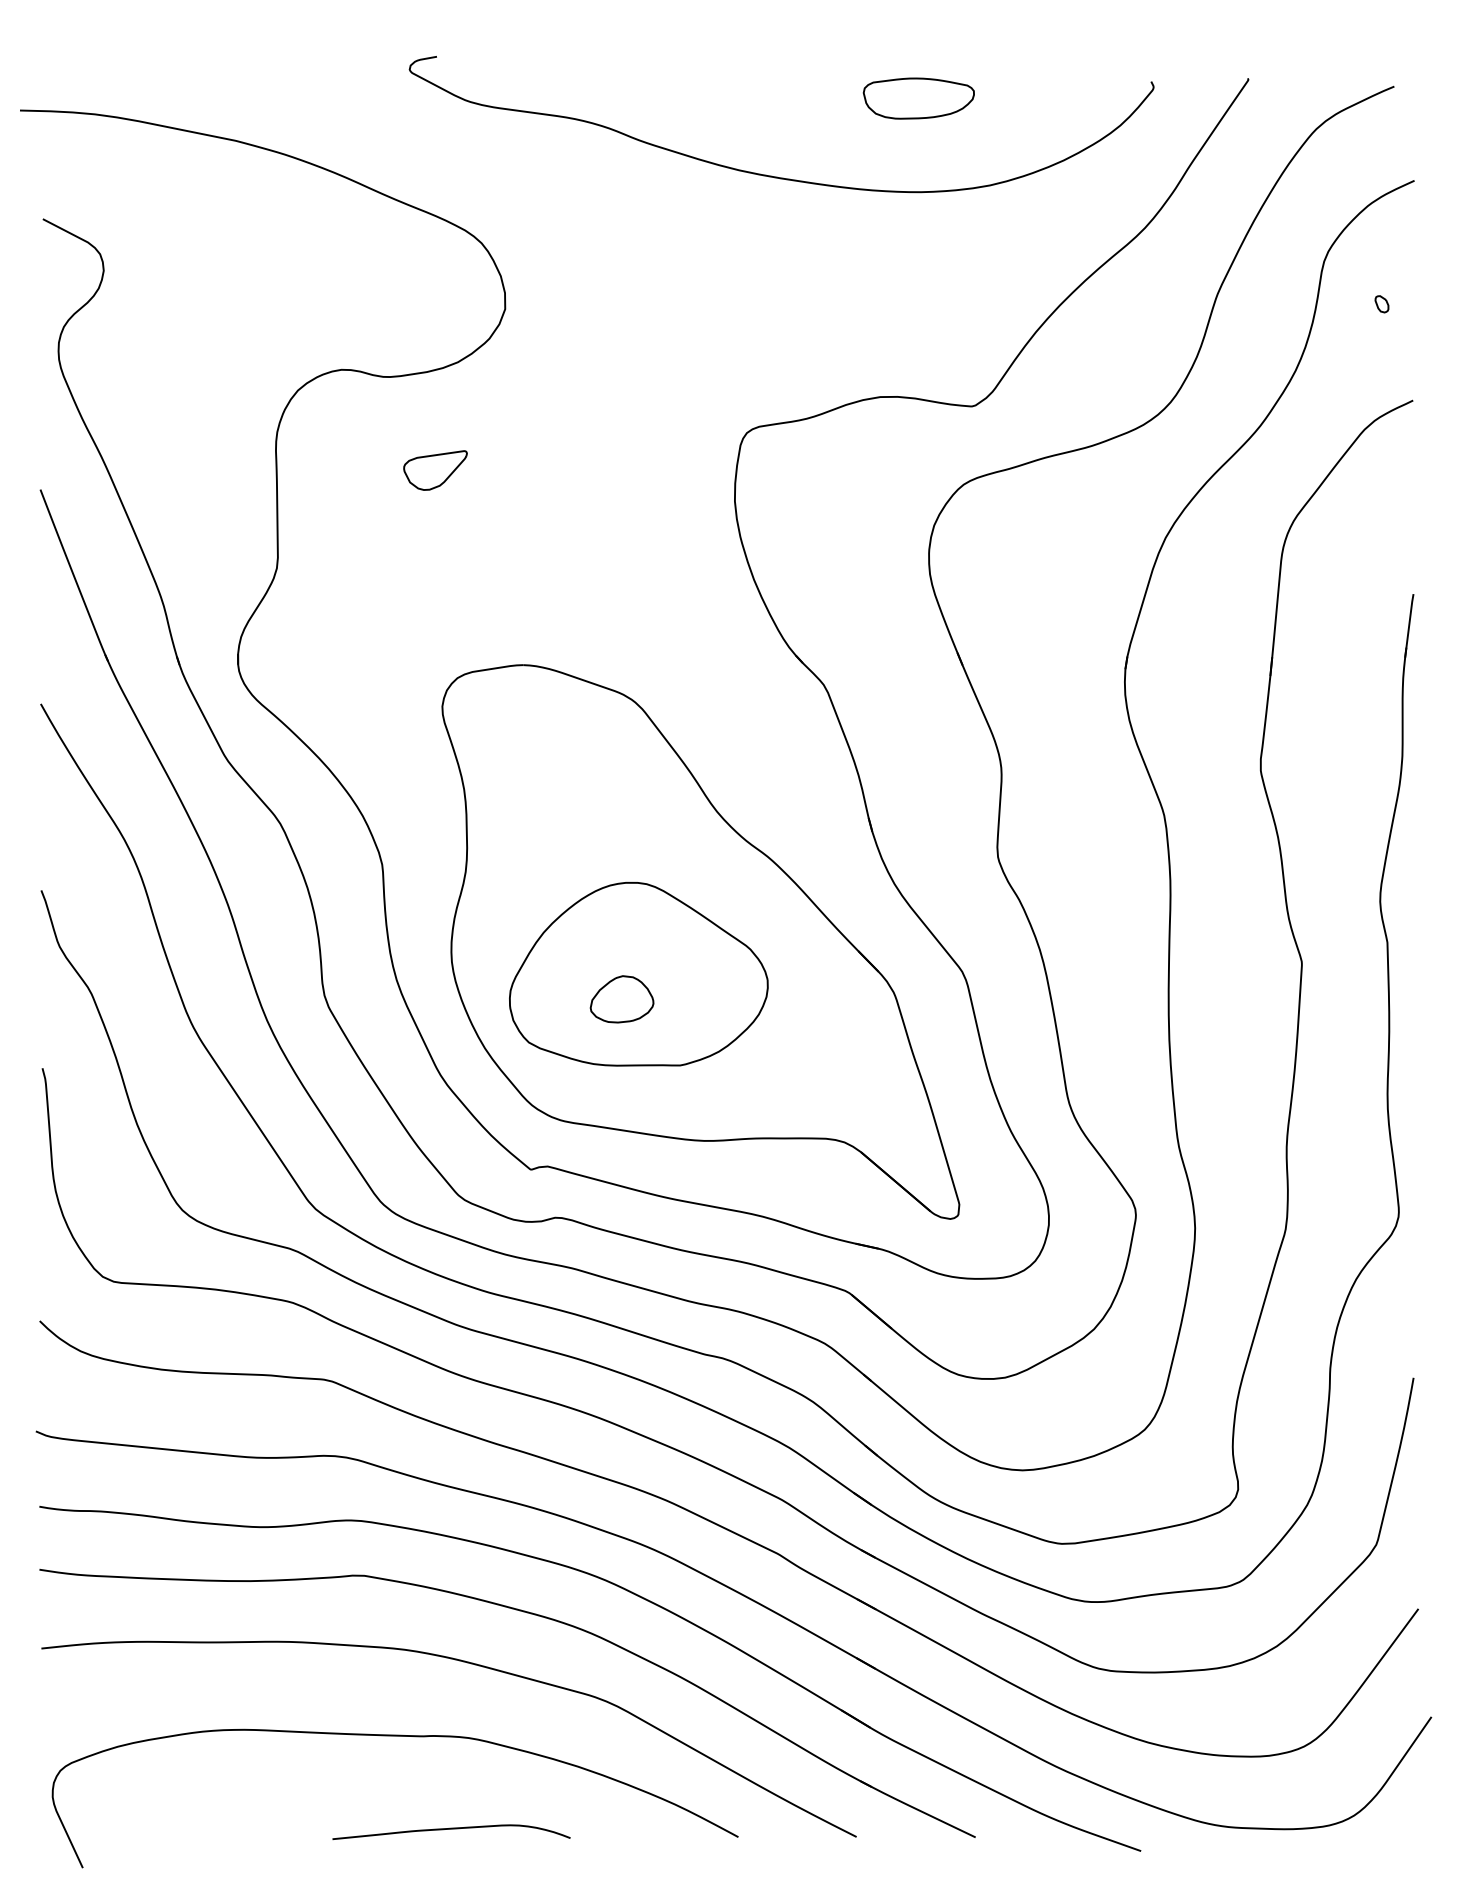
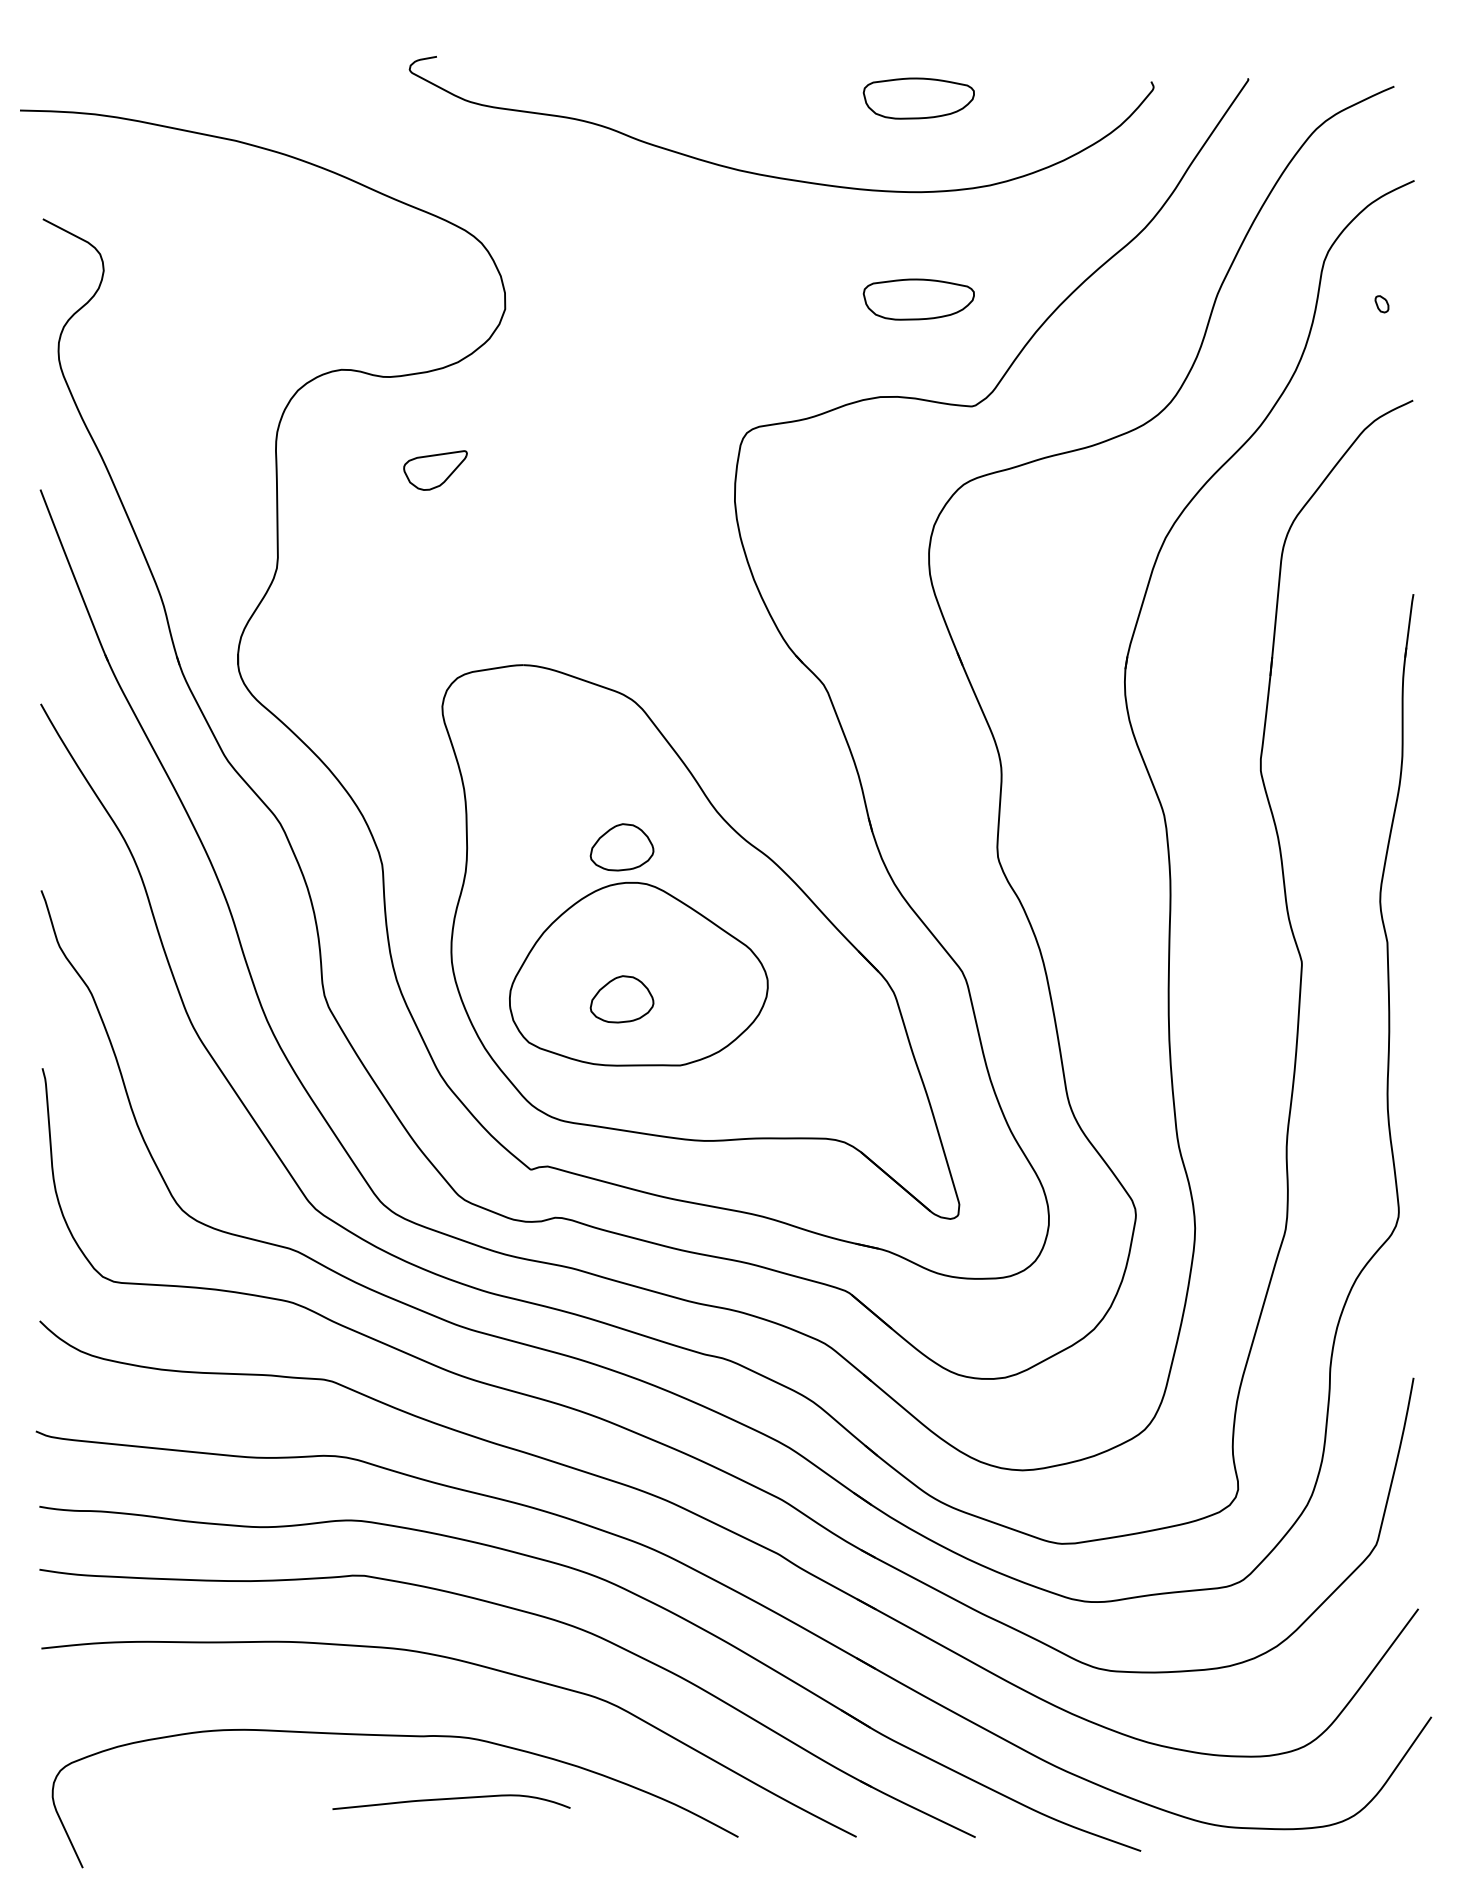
part at (918, 299): none -> present
part at (621, 847): none -> present
curve at (451, 1829) position: (451, 1829) -> (451, 1799)
